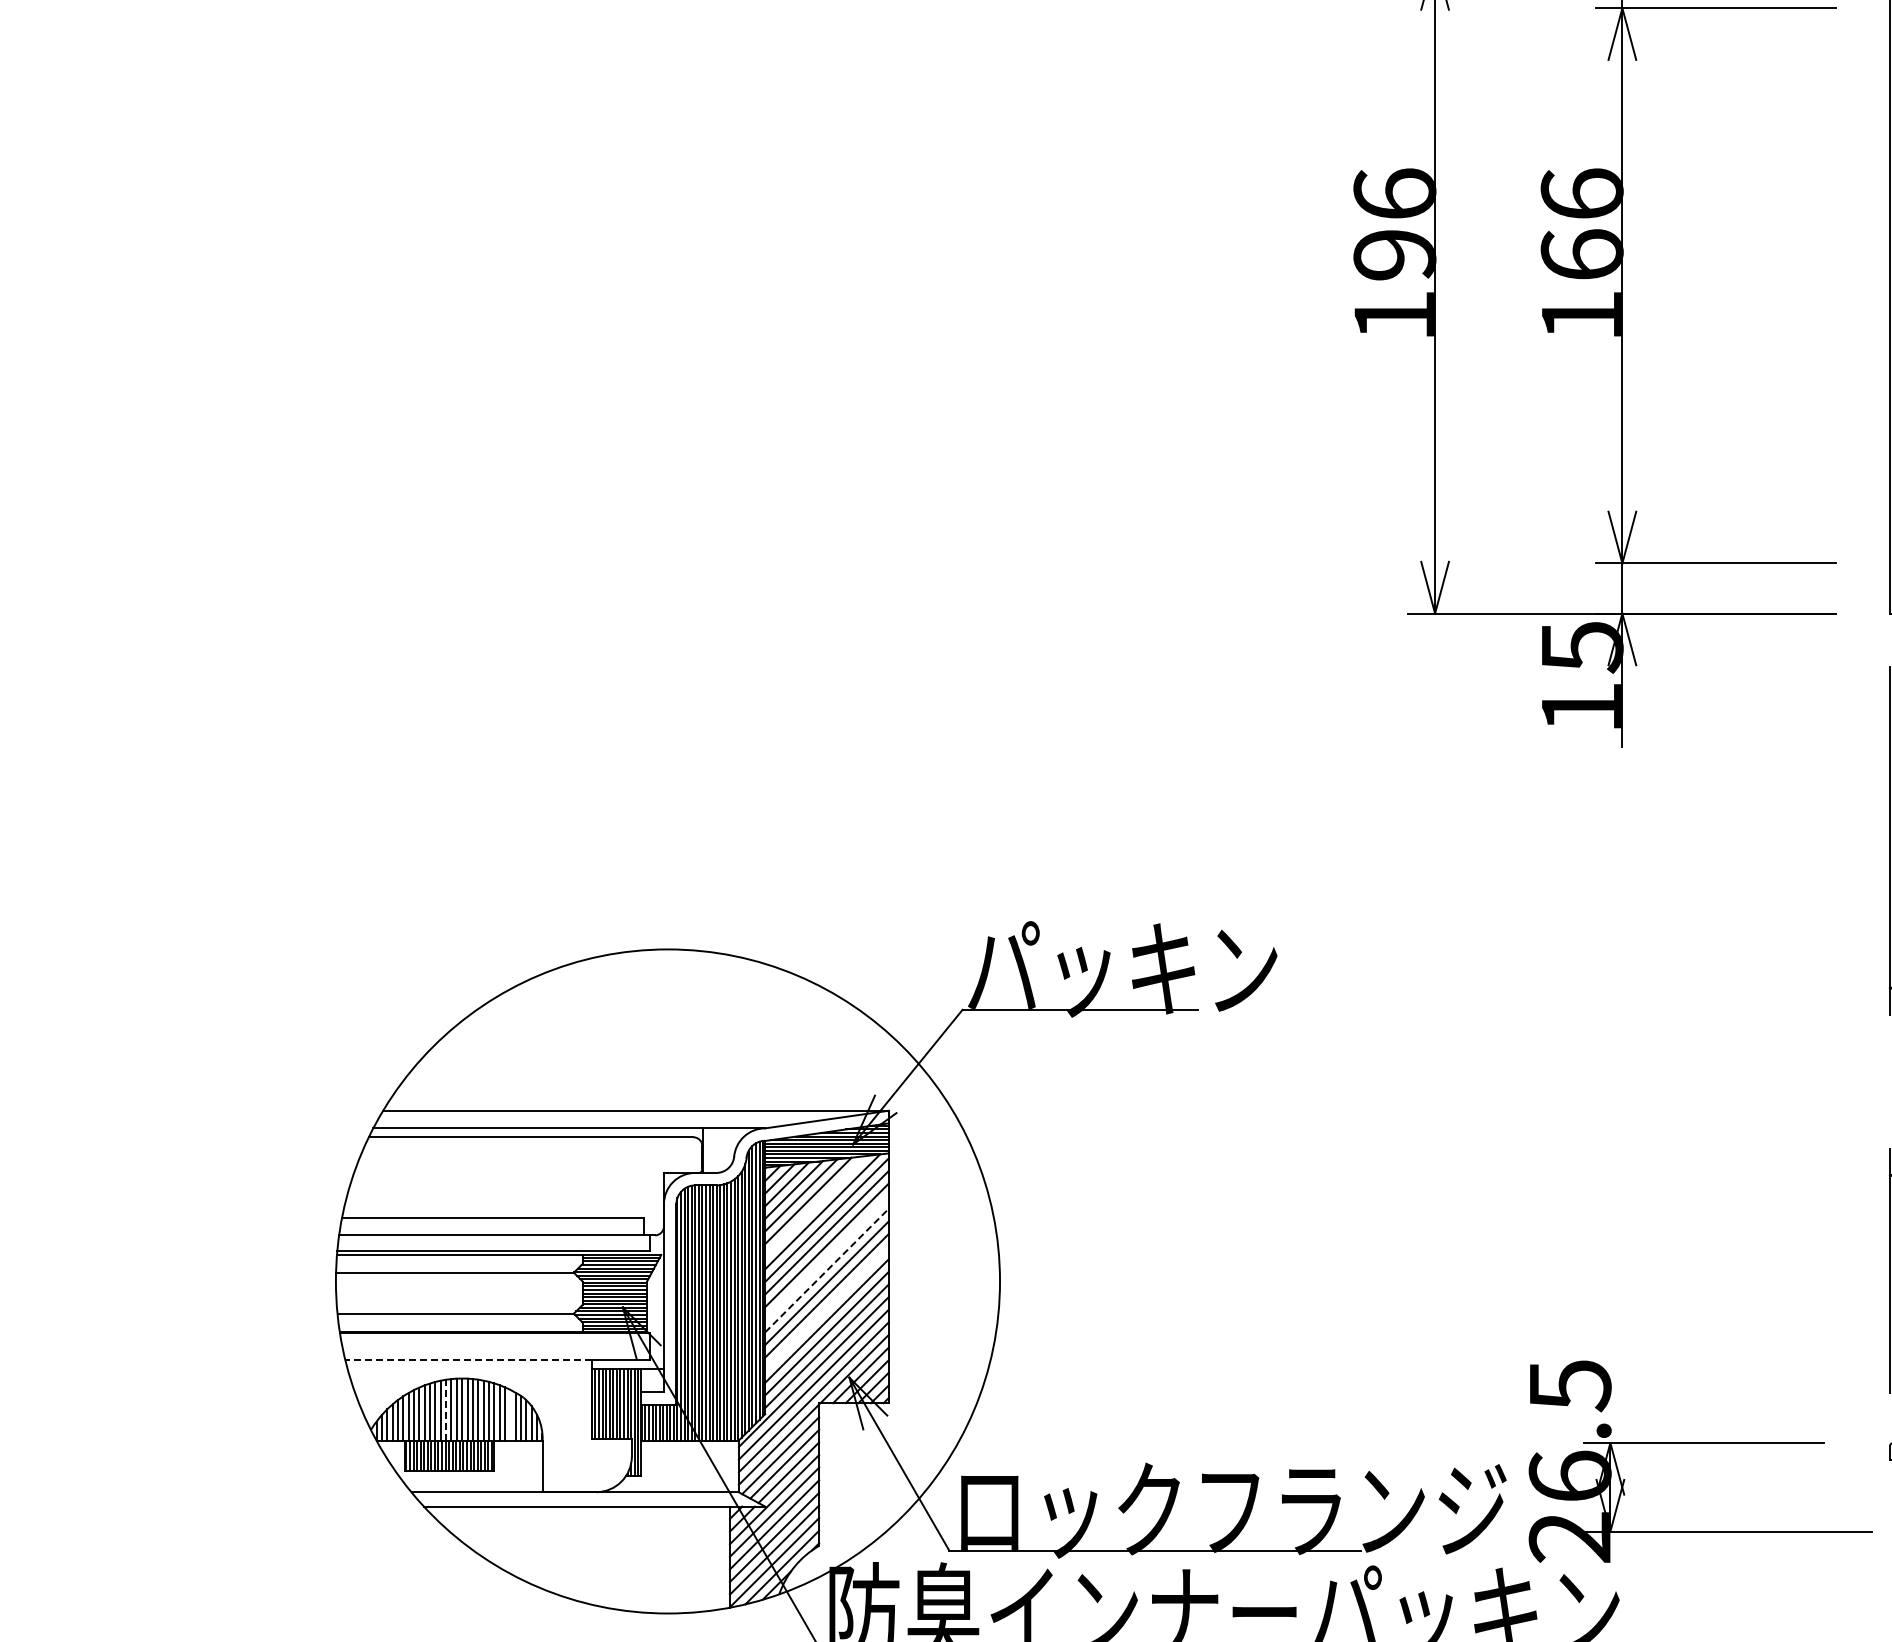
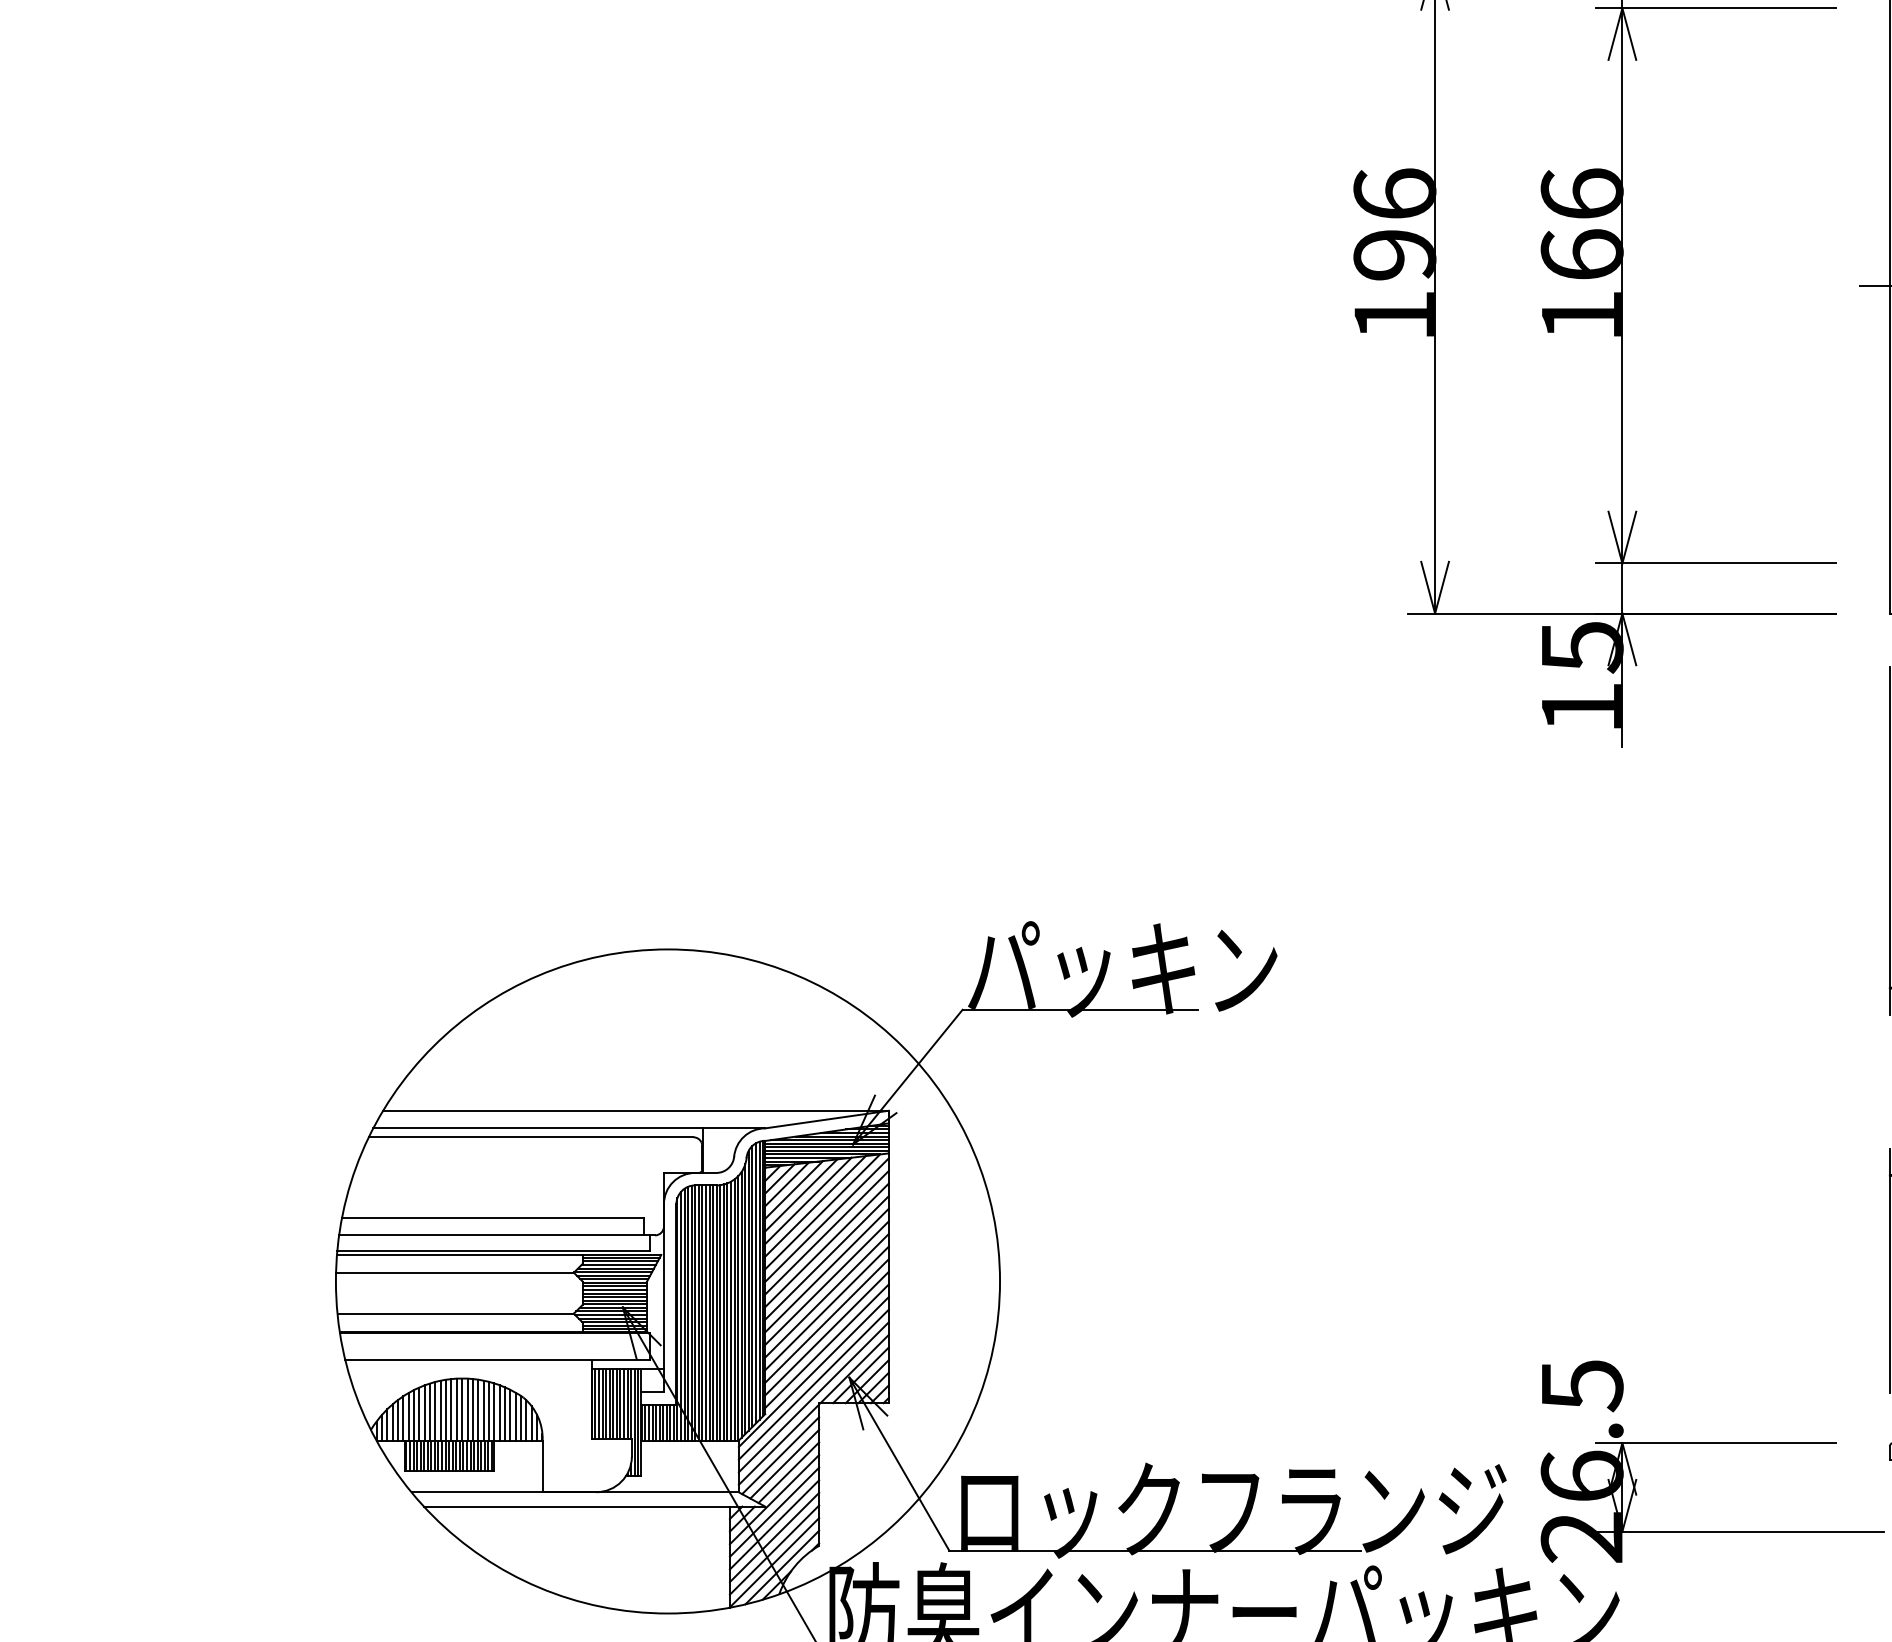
line at (1873, 285): none -> present
line at (815, 1206): none -> present
line at (826, 1257): none -> present
line at (827, 1270): dashed -> solid
line at (826, 1308): none -> present
line at (468, 1360): dashed -> solid
line at (446, 1409): dashed -> solid
line at (510, 1414): none -> present
part at (1700, 1443) position: (1700, 1443) -> (1712, 1443)
